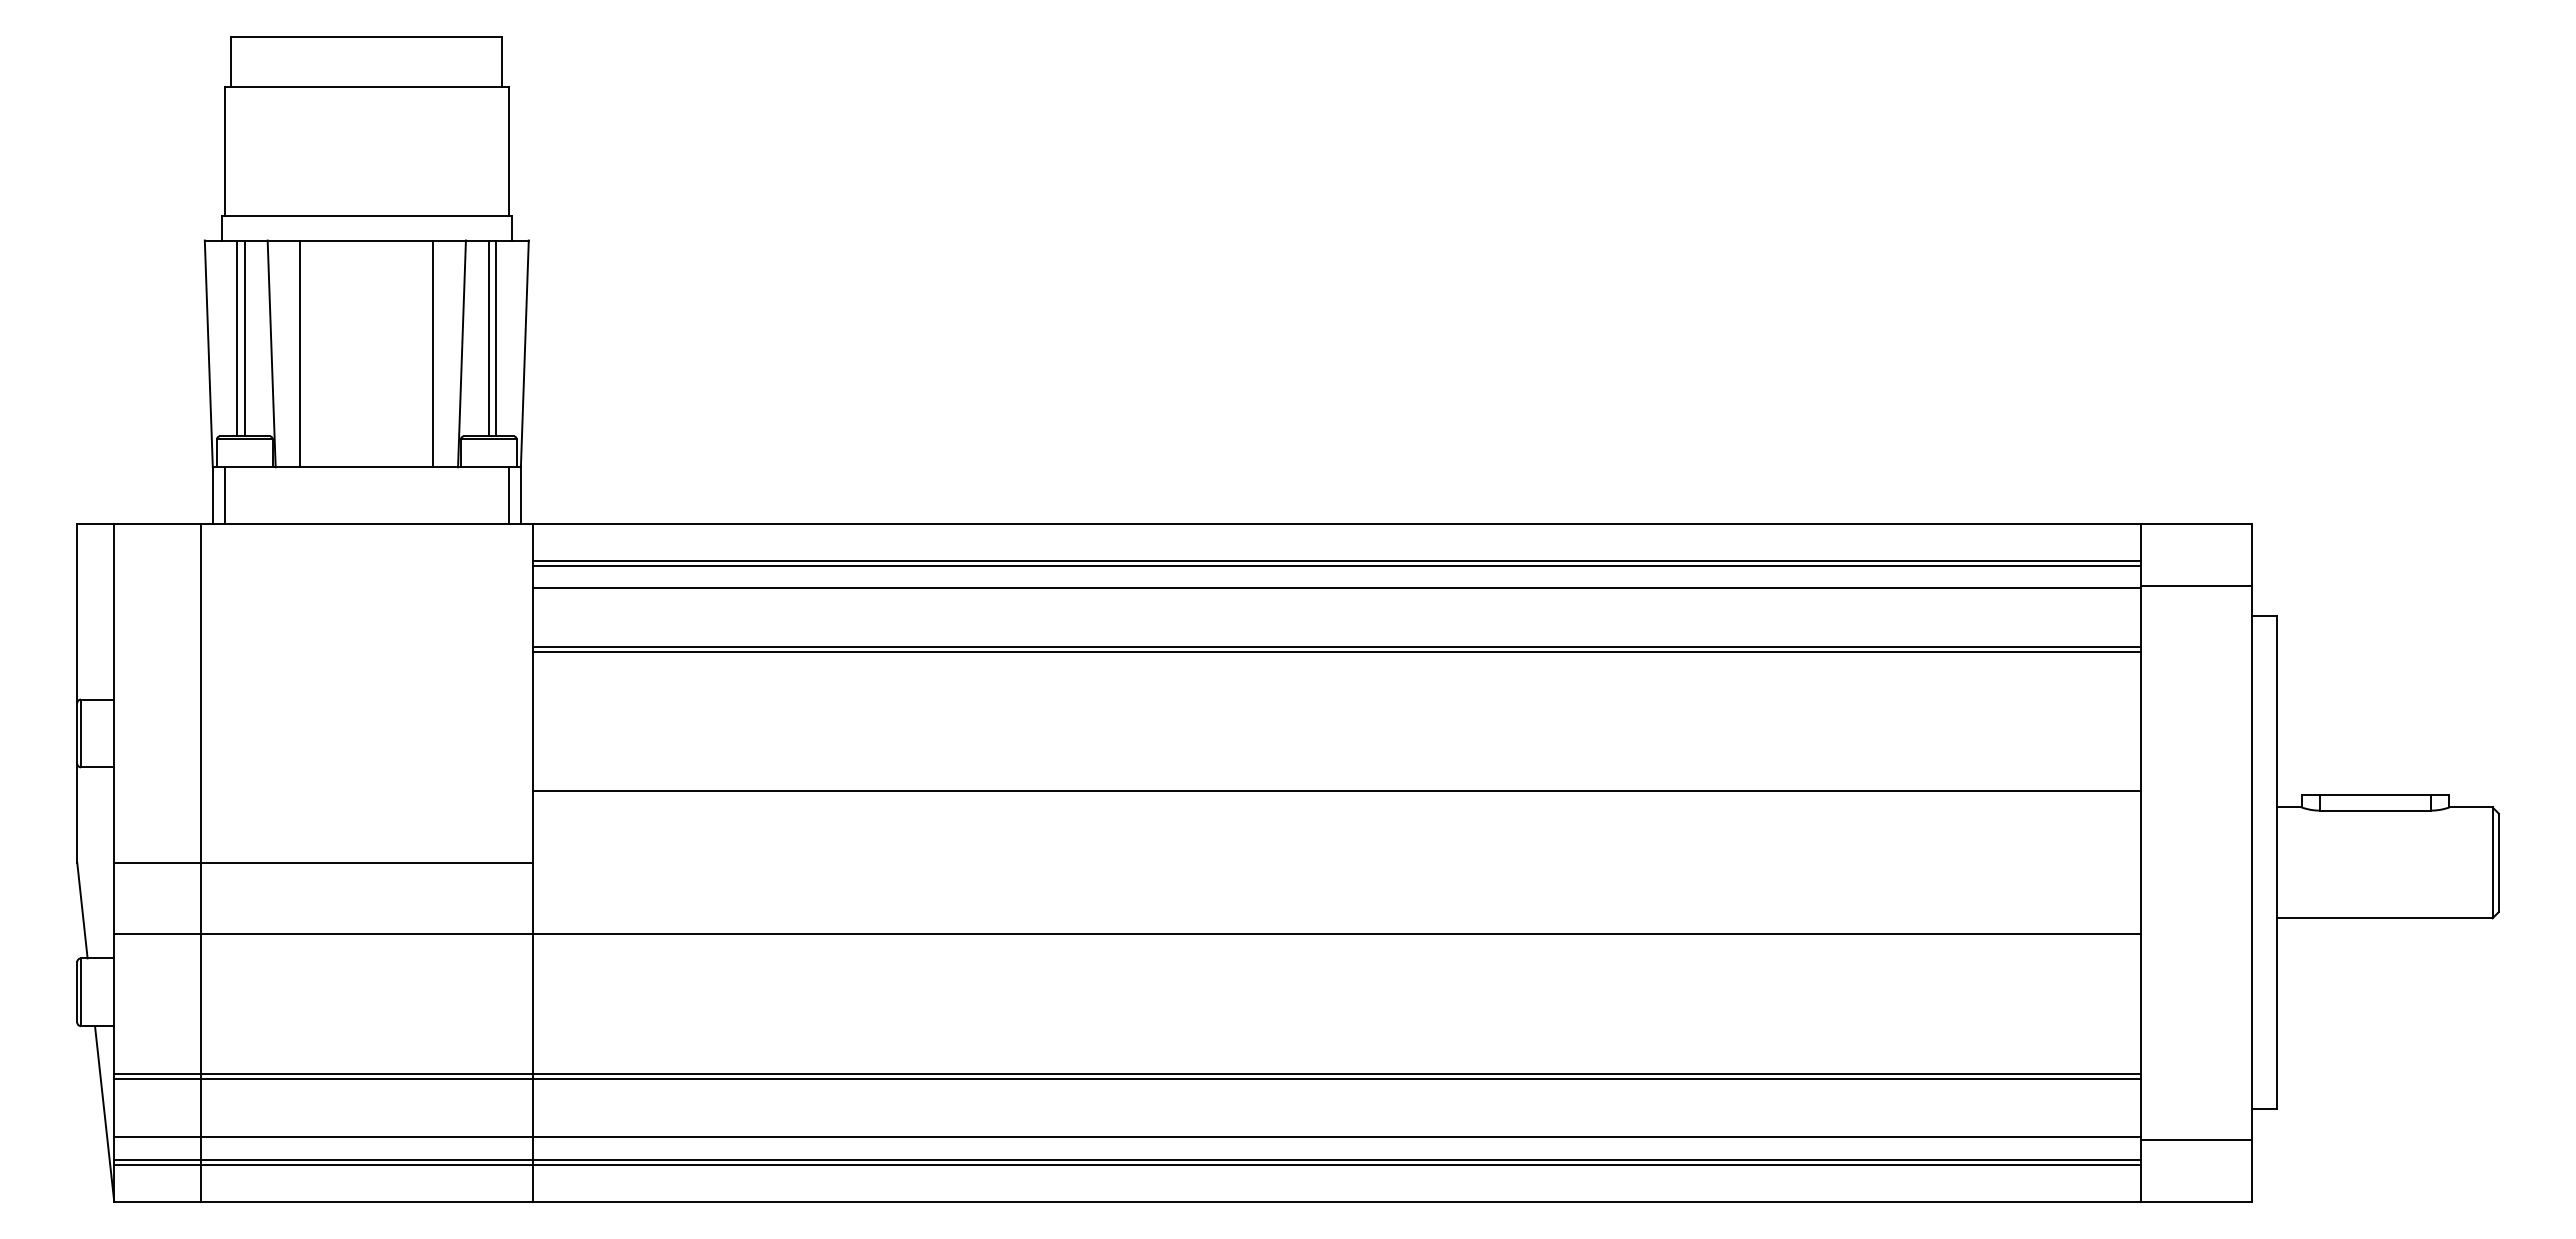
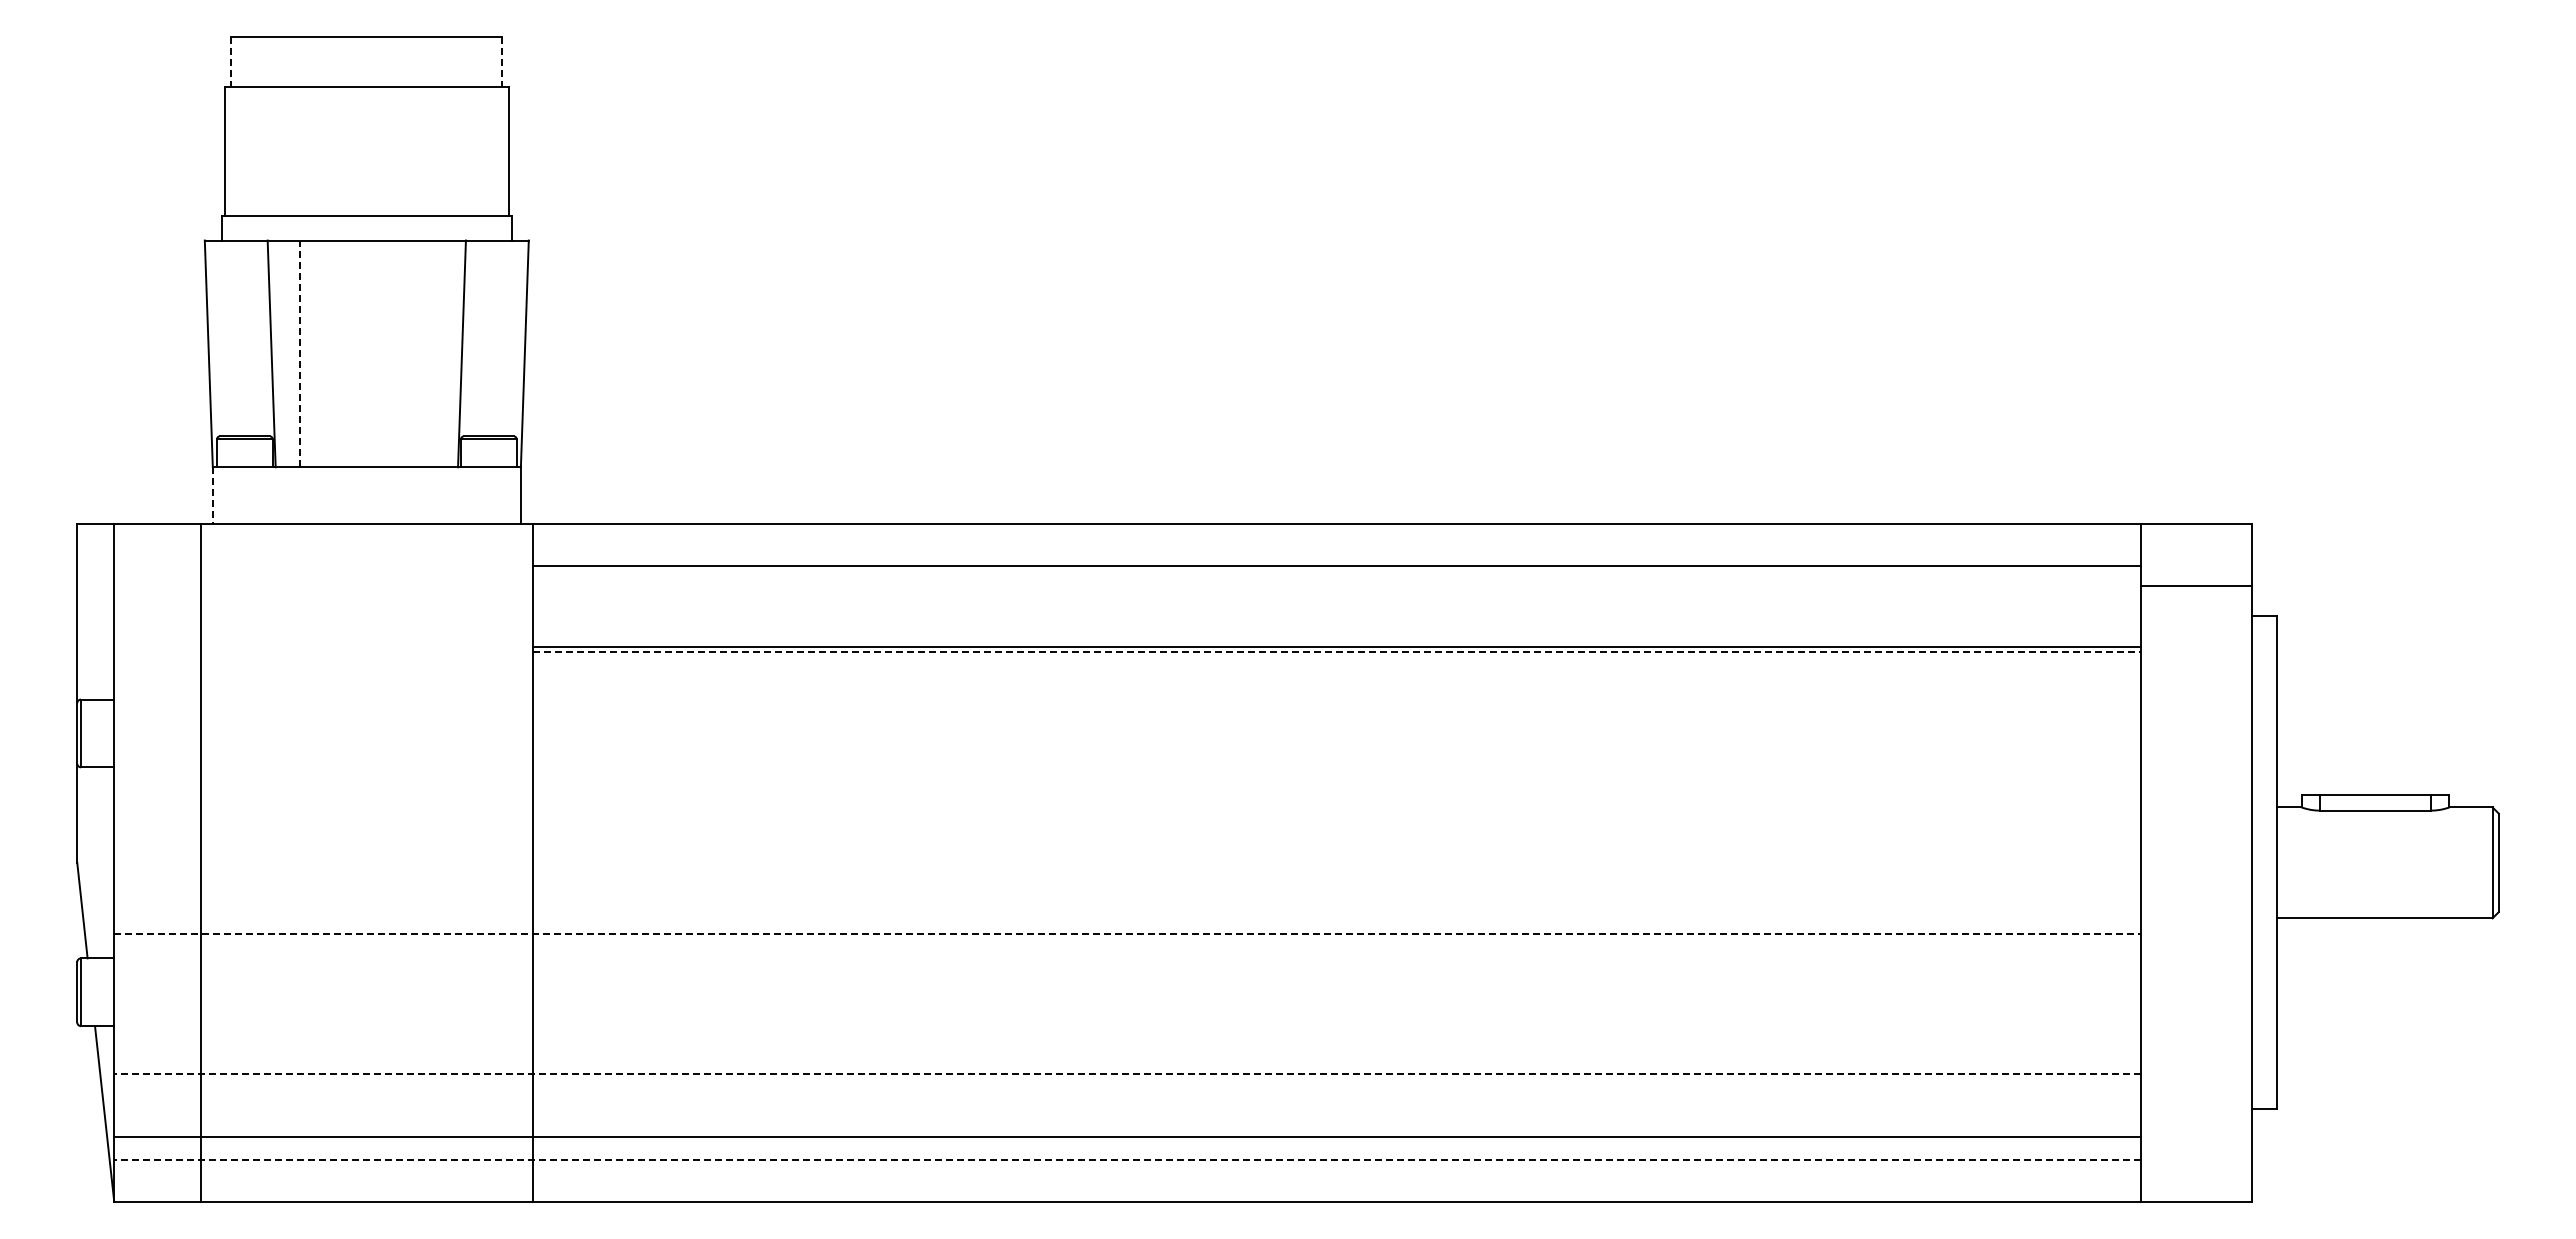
line at (231, 61): solid -> dashed
line at (502, 61): solid -> dashed
line at (237, 338): present -> none
line at (244, 338): present -> none
line at (488, 338): present -> none
line at (496, 338): present -> none
line at (300, 353): solid -> dashed
line at (433, 353): present -> none
line at (225, 495): present -> none
line at (508, 495): present -> none
line at (212, 496): solid -> dashed
line at (1337, 560): present -> none
line at (1337, 588): present -> none
line at (1337, 651): solid -> dashed
line at (1337, 791): present -> none
line at (323, 862): present -> none
line at (1127, 934): solid -> dashed
line at (1127, 1073): solid -> dashed
line at (1127, 1078): present -> none
line at (2196, 1140): present -> none
line at (1127, 1159): solid -> dashed
line at (1127, 1164): present -> none
